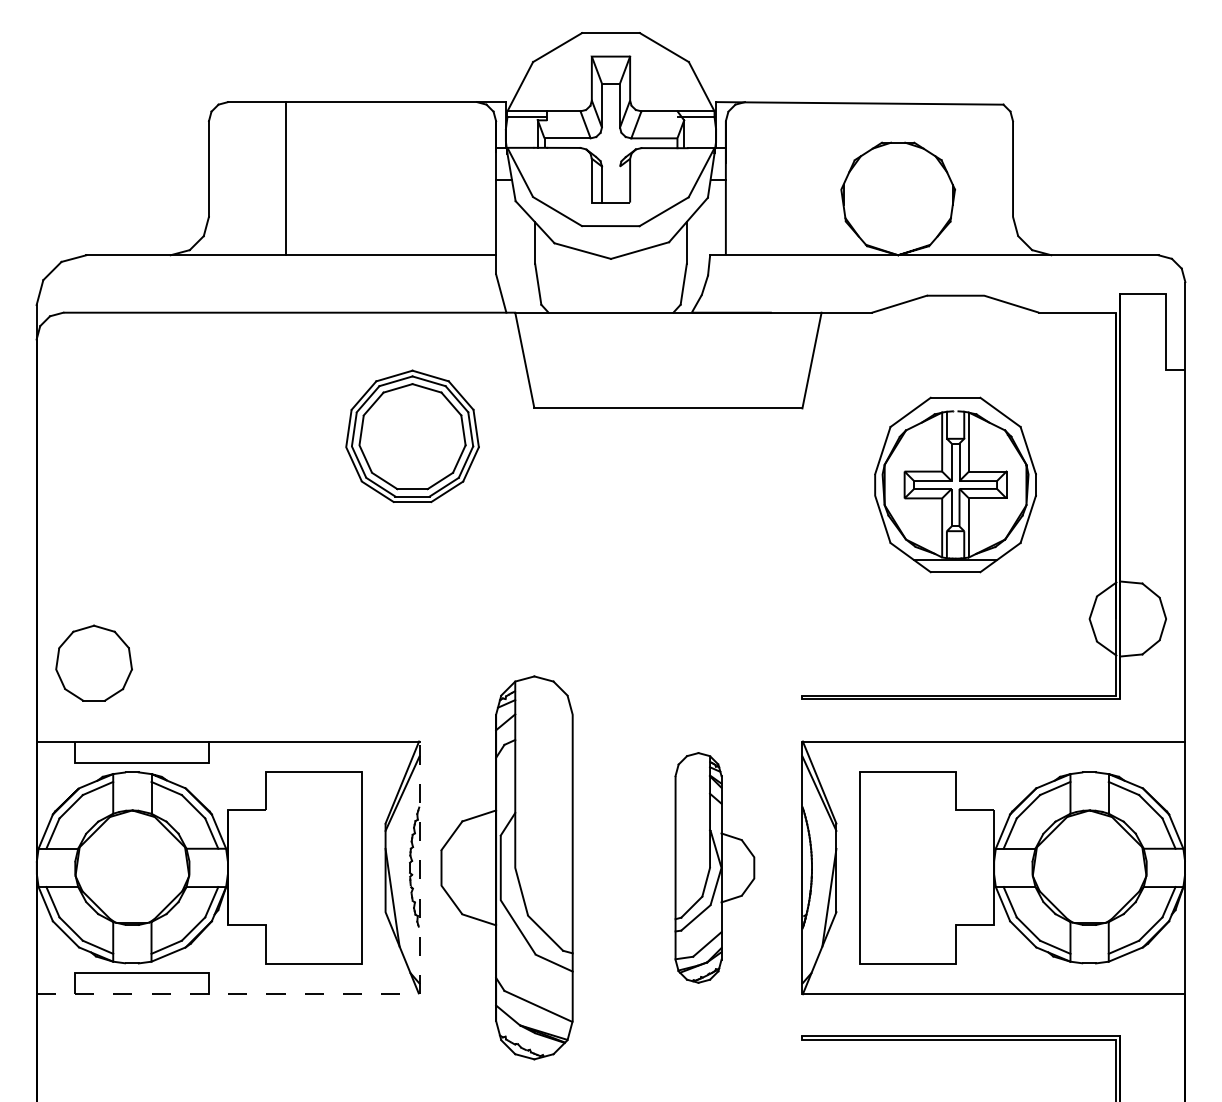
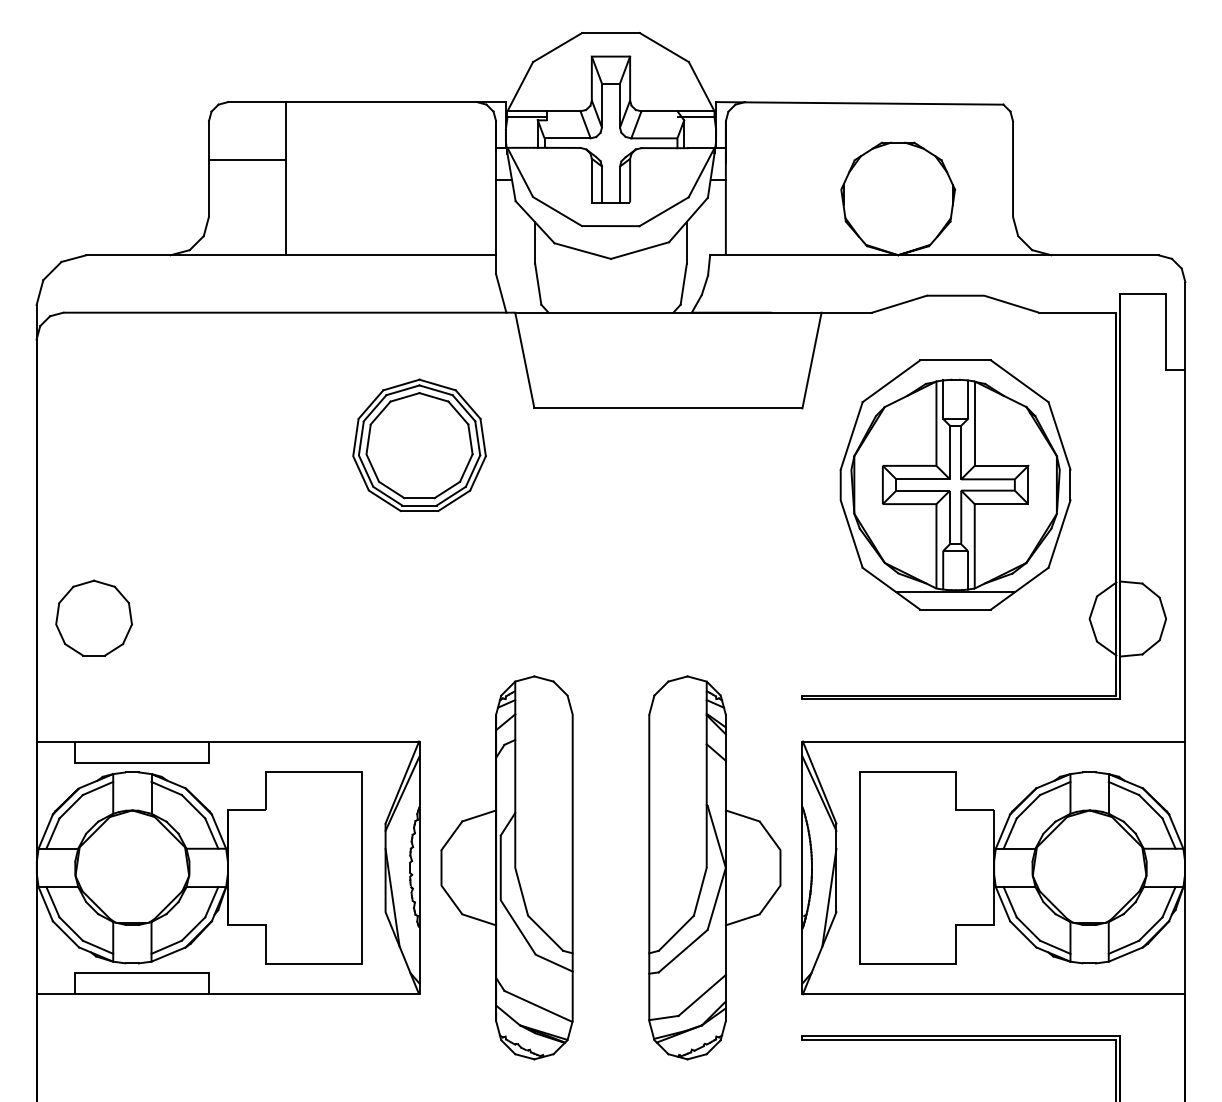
line at (246, 159): none -> present
line at (620, 184): none -> present
part at (412, 435) position: (412, 435) -> (419, 444)
part at (955, 484) size: 163x178 px -> 233x252 px
part at (93, 662) position: (93, 662) -> (93, 617)
part at (714, 867) size: 82x232 px -> 134x386 px
line at (355, 994): dashed -> solid
